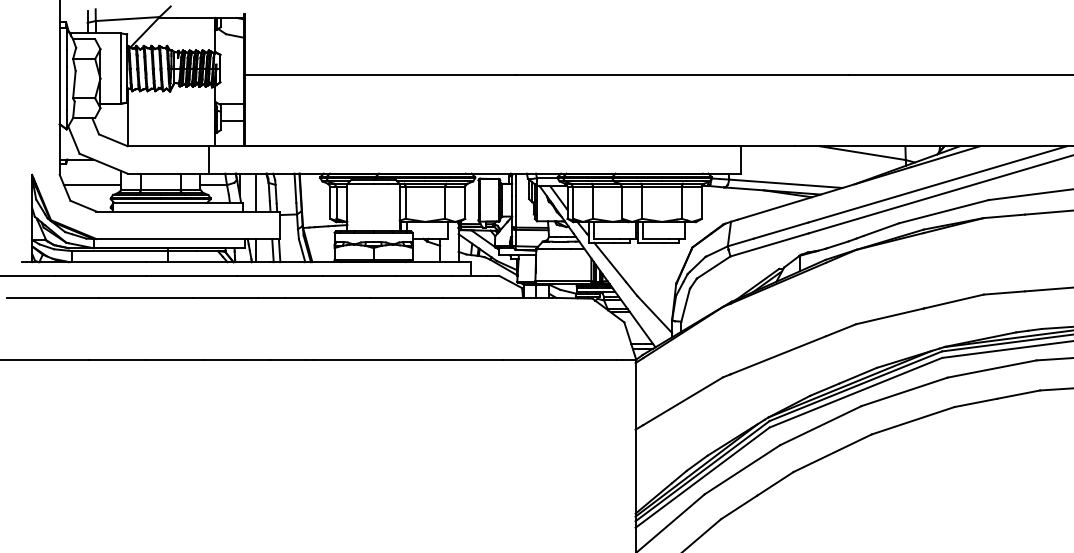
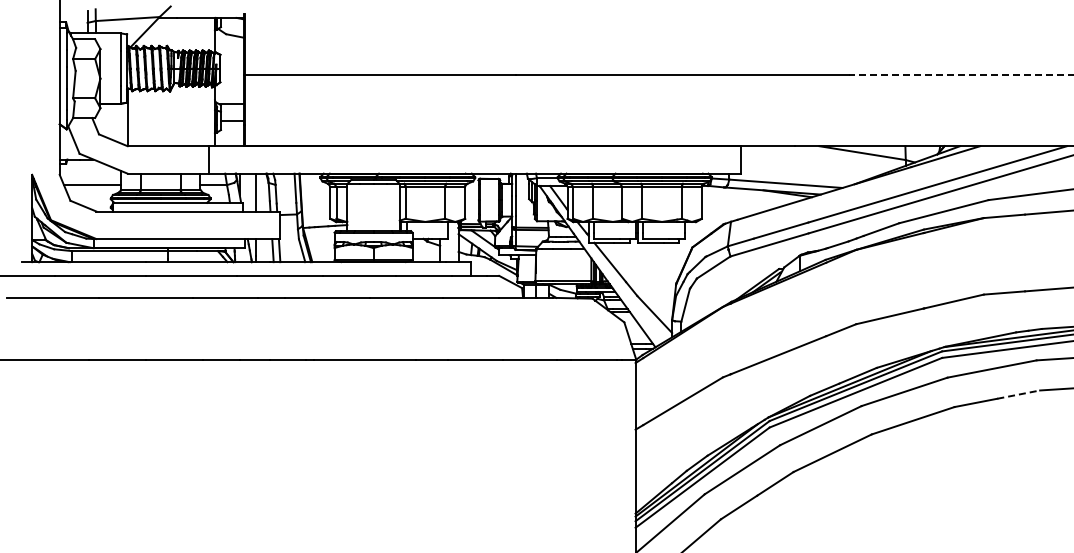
line at (960, 75): solid -> dashed
line at (1018, 394): solid -> dashed
